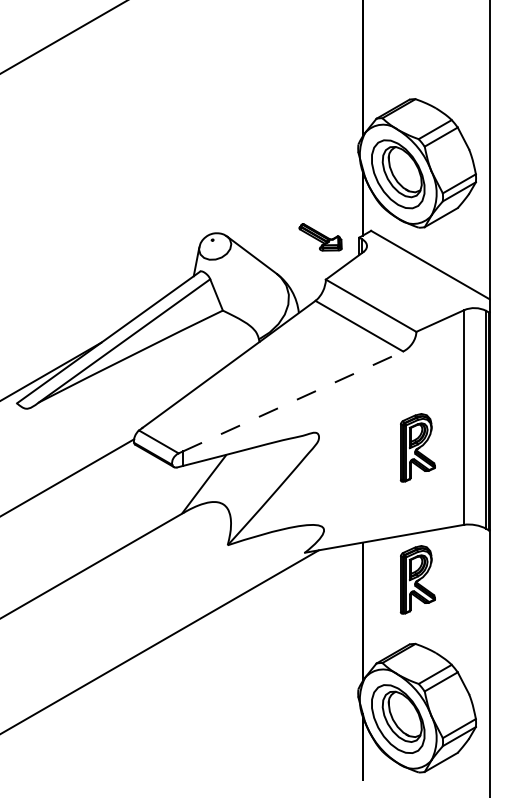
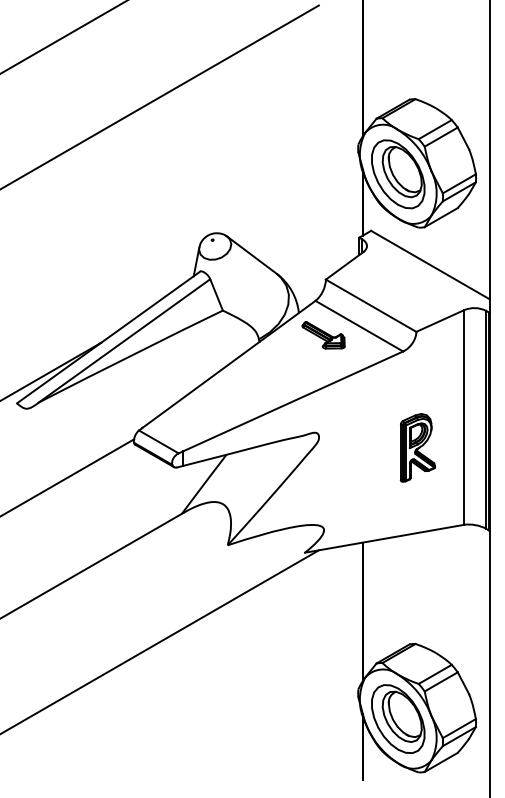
line at (160, 96): none -> present
part at (320, 237) position: (320, 237) -> (323, 335)
line at (293, 401): dashed -> solid
part at (417, 579): present -> none
